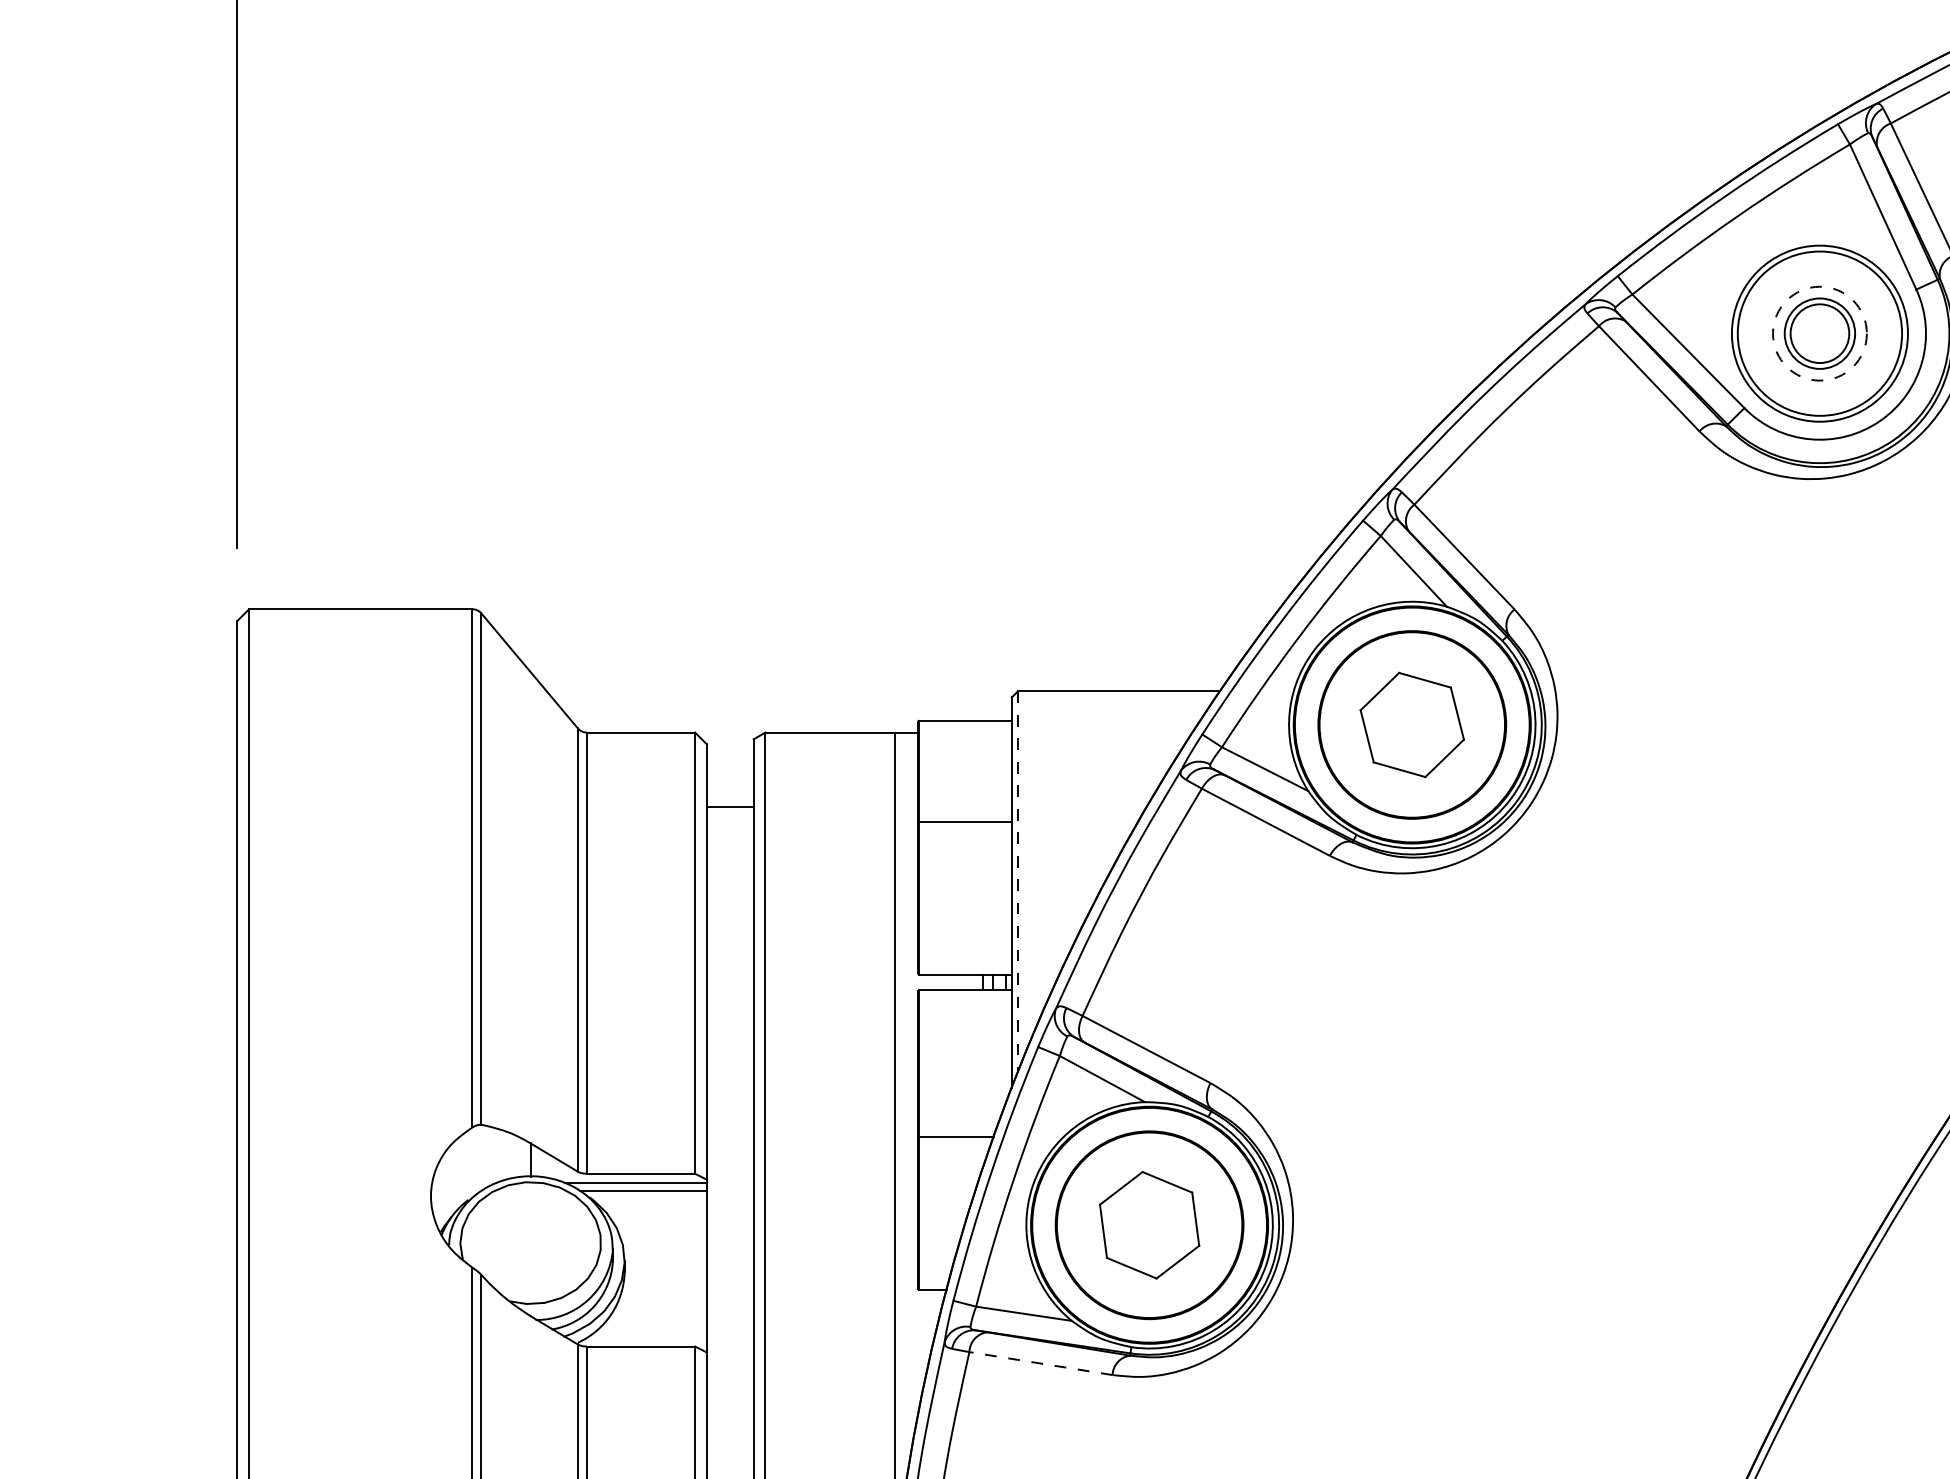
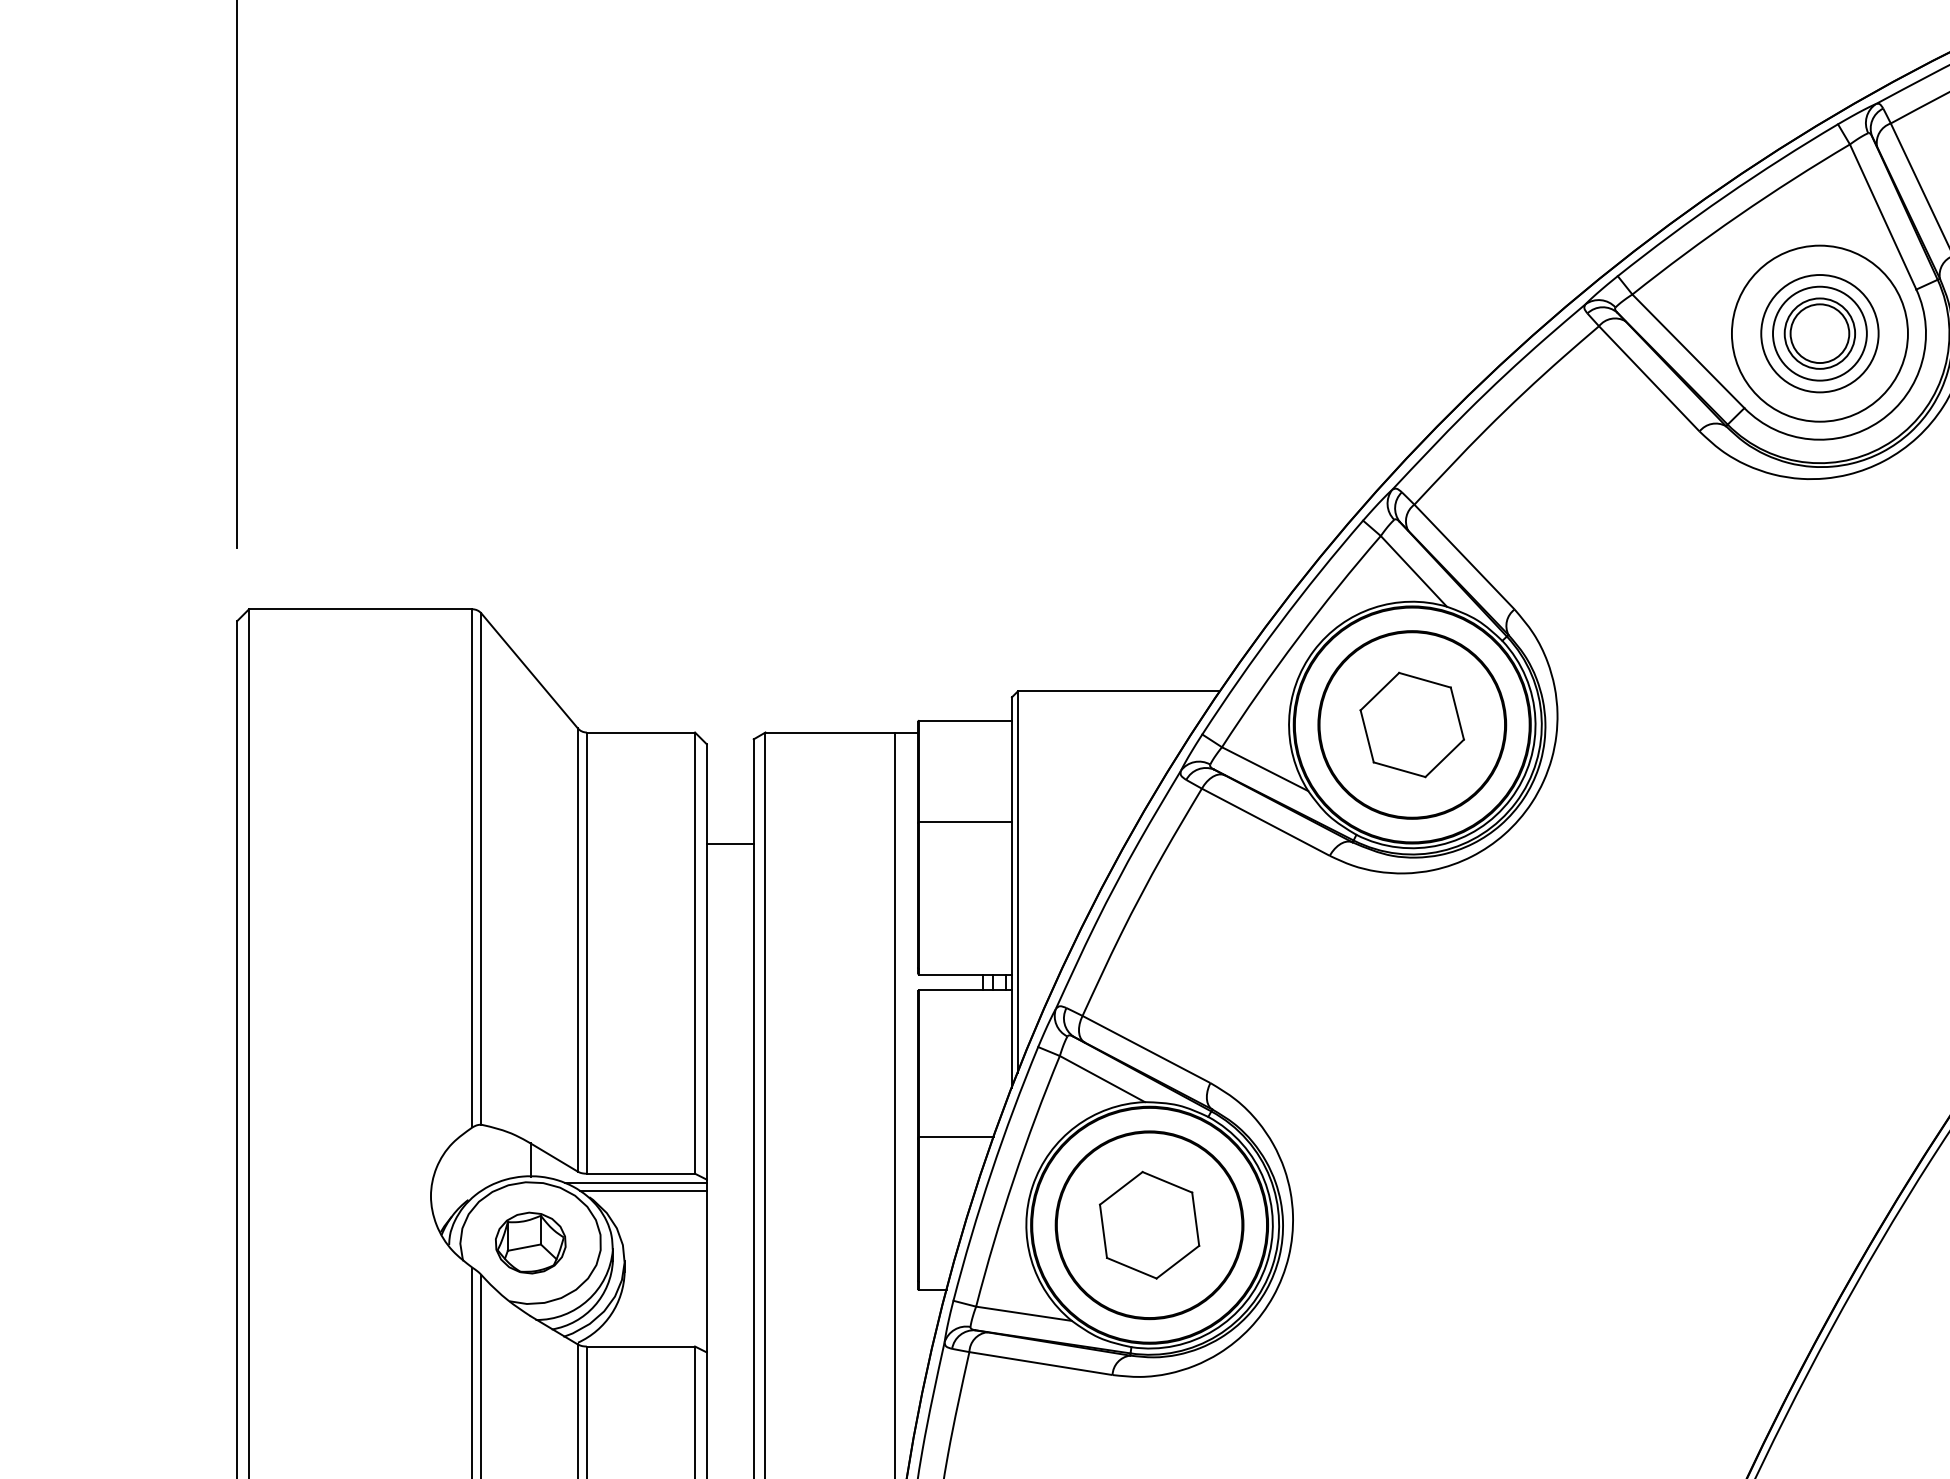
circle at (1819, 333) diameter: 164 px -> 117 px
circle at (1819, 333): dashed -> solid
line at (729, 807) position: (729, 807) -> (729, 844)
line at (1017, 882): dashed -> solid
part at (530, 1242): none -> present
line at (1041, 1363): dashed -> solid
